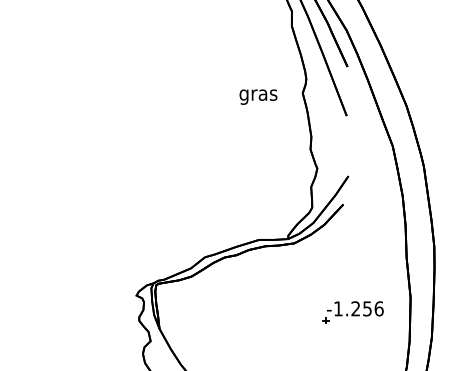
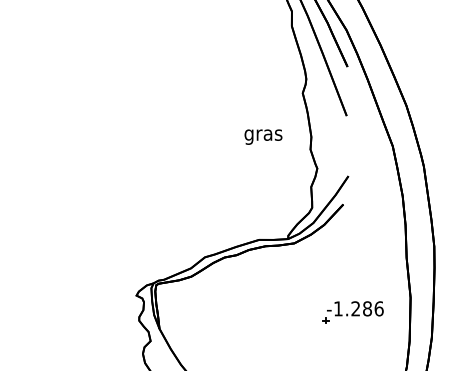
text at (258, 96) position: (258, 96) -> (263, 136)
text at (367, 308): -1.256 -> -1.286
